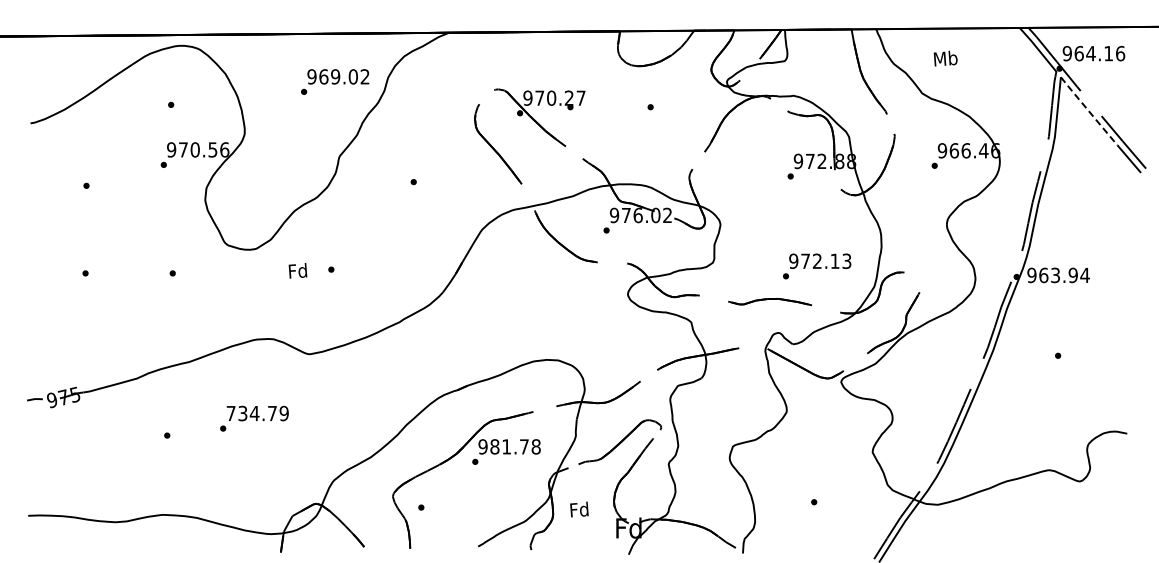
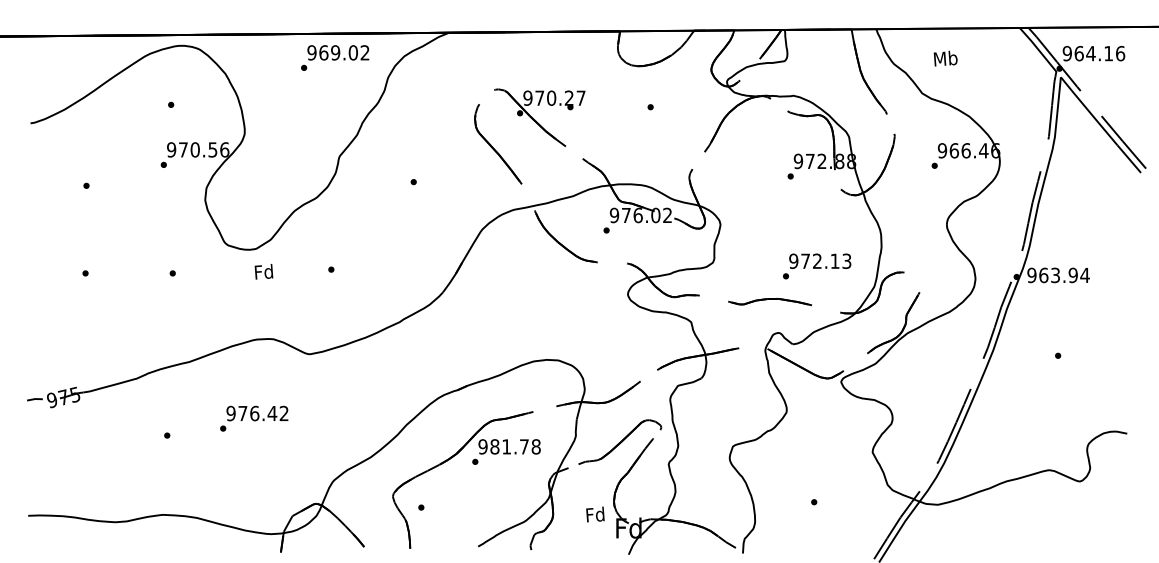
text at (335, 81) position: (335, 81) -> (335, 57)
line at (1089, 111): dashed -> solid
text at (297, 270) position: (297, 270) -> (263, 271)
text at (257, 413): 734.79 -> 976.42
text at (579, 509) position: (579, 509) -> (595, 514)
